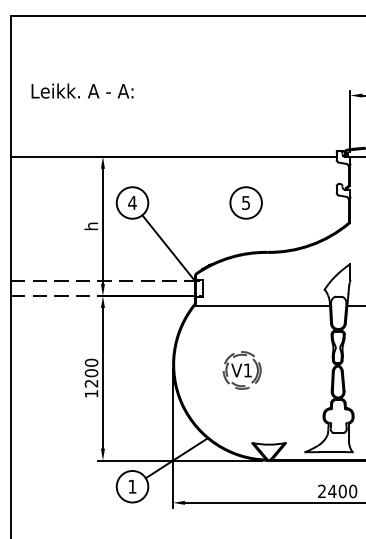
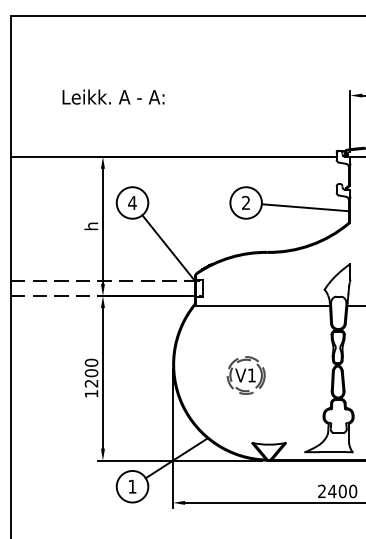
text at (82, 90) position: (82, 90) -> (113, 96)
text at (245, 203): 5 -> 2
line at (304, 207): none -> present
part at (241, 370) position: (241, 370) -> (245, 375)
